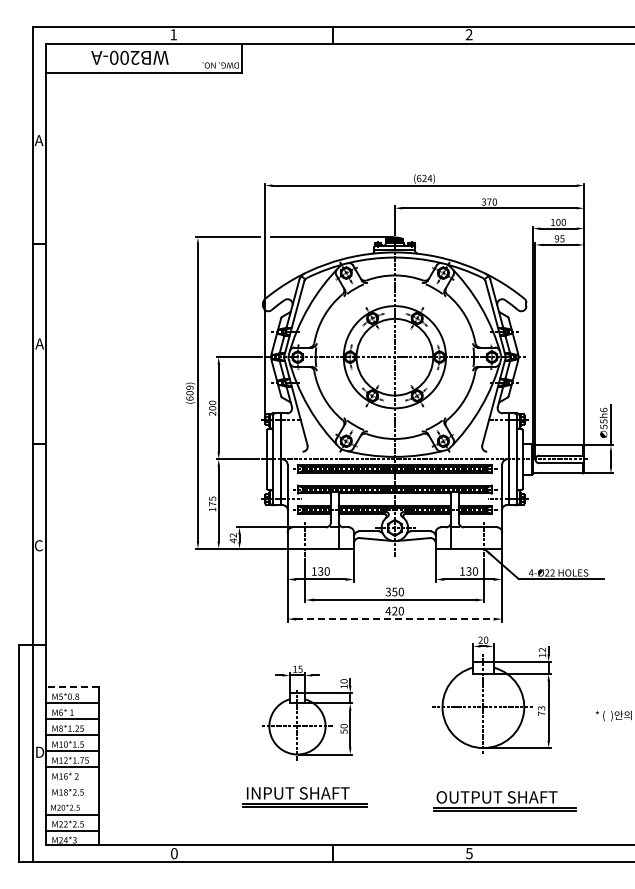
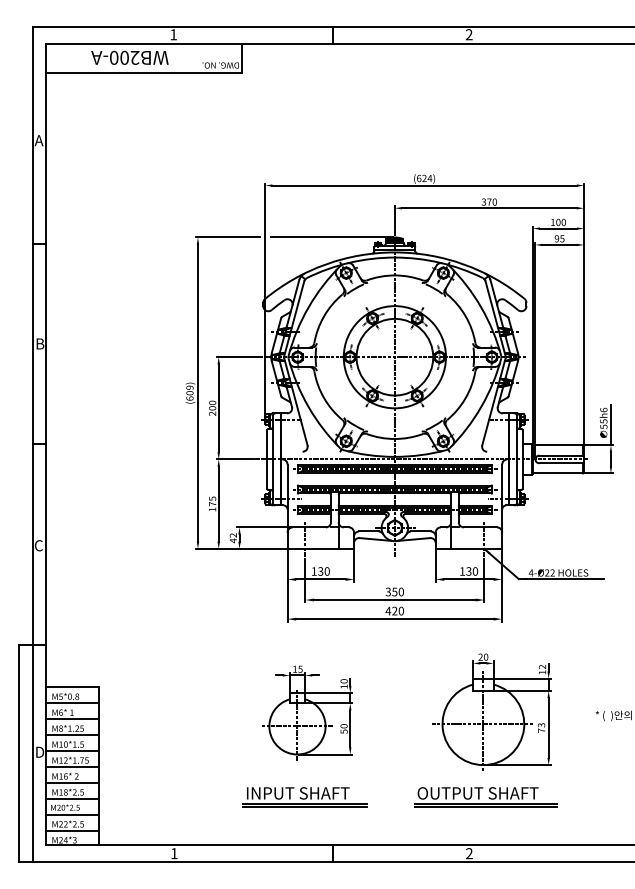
text at (39, 343): A -> B
line at (394, 619): dashed -> solid
line at (72, 687): dashed -> solid
part at (491, 694) position: (491, 694) -> (491, 711)
line at (72, 783): none -> present
line at (72, 799): none -> present
part at (504, 801) position: (504, 801) -> (485, 797)
text at (174, 853): 0 -> 1
text at (469, 853): 5 -> 2
